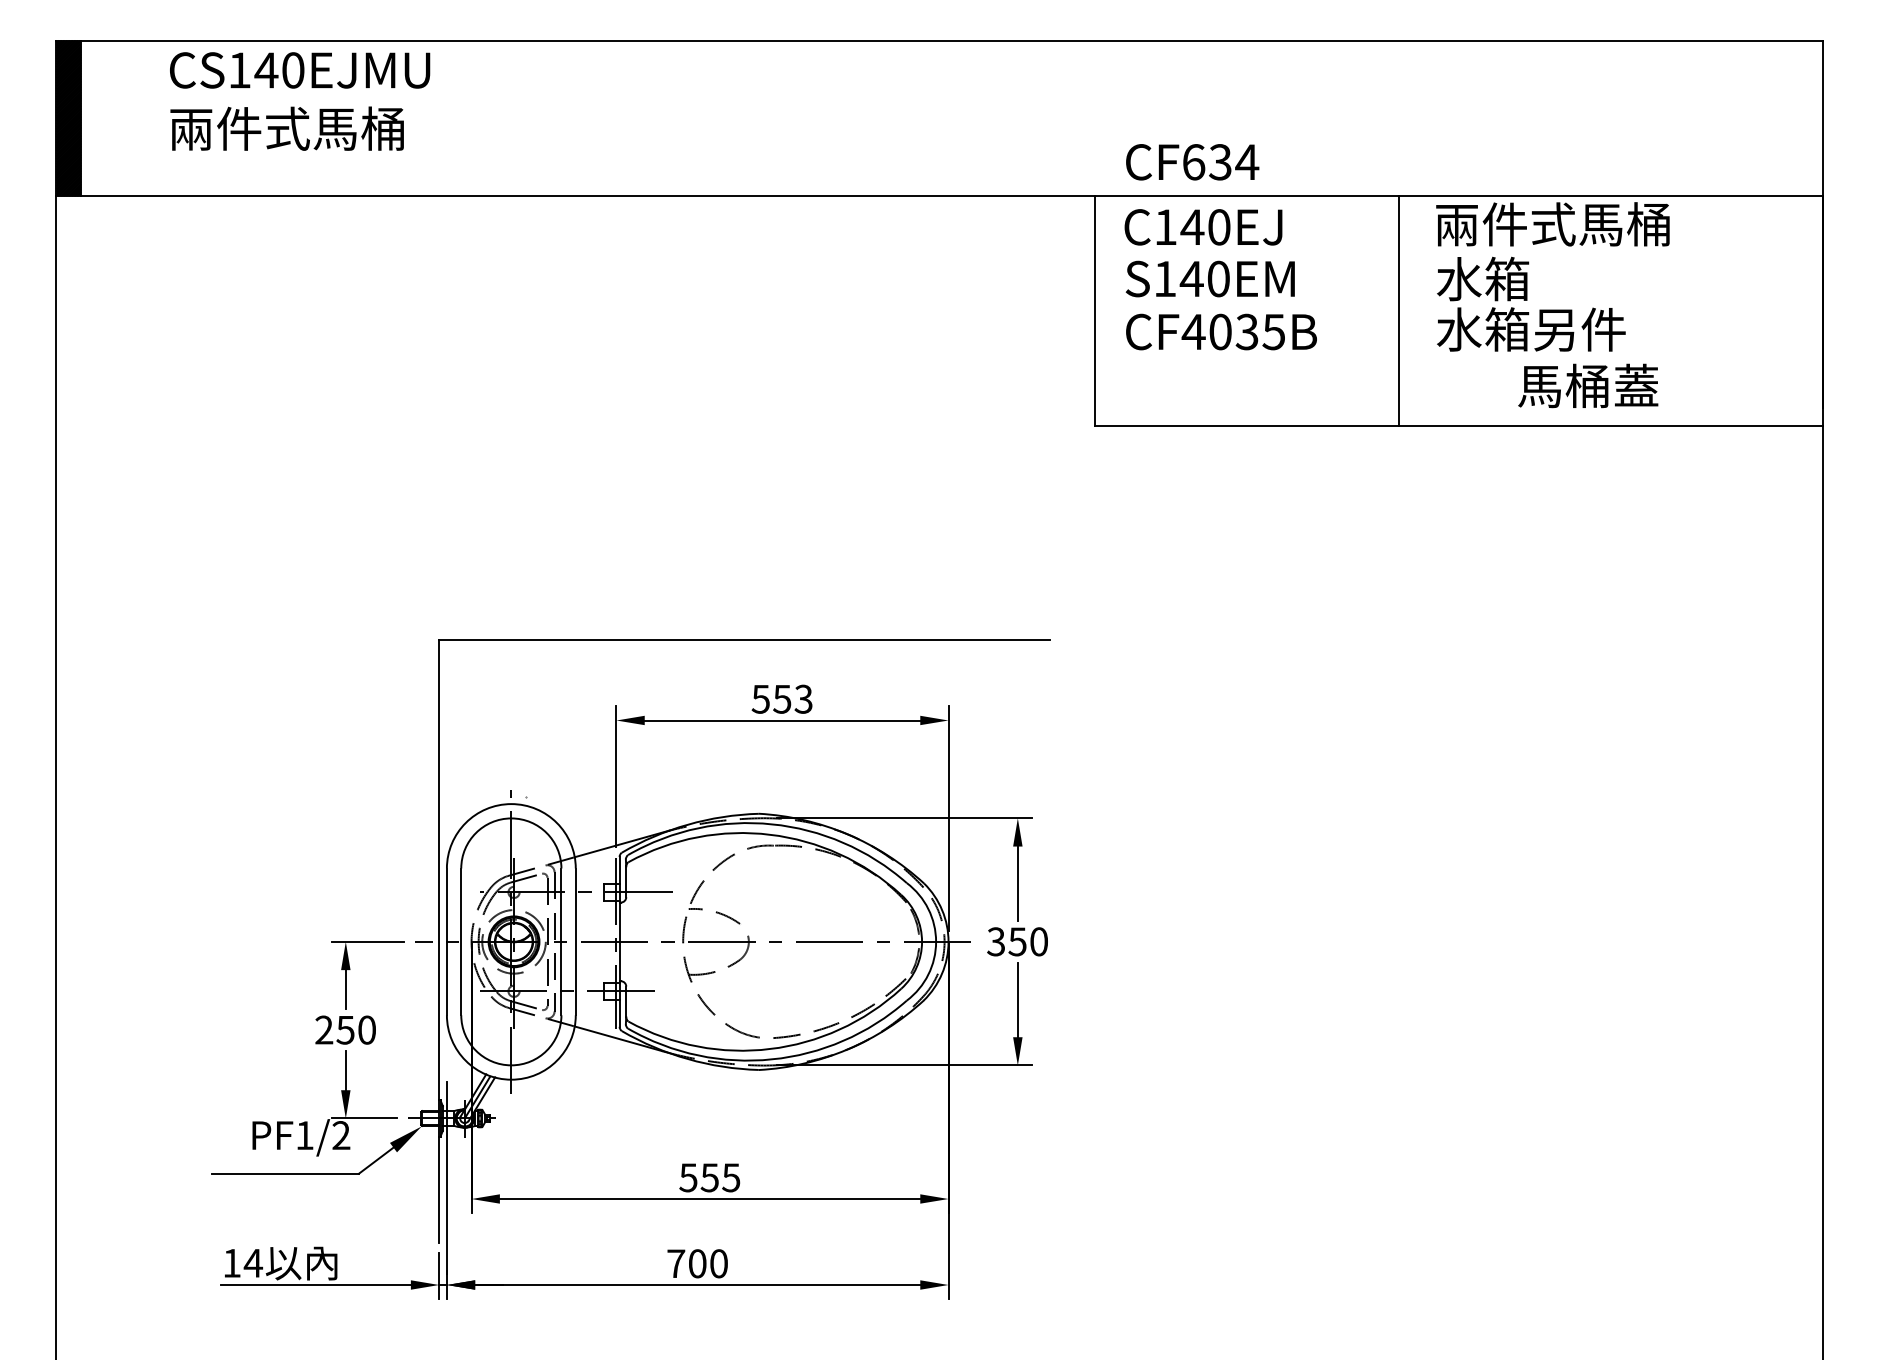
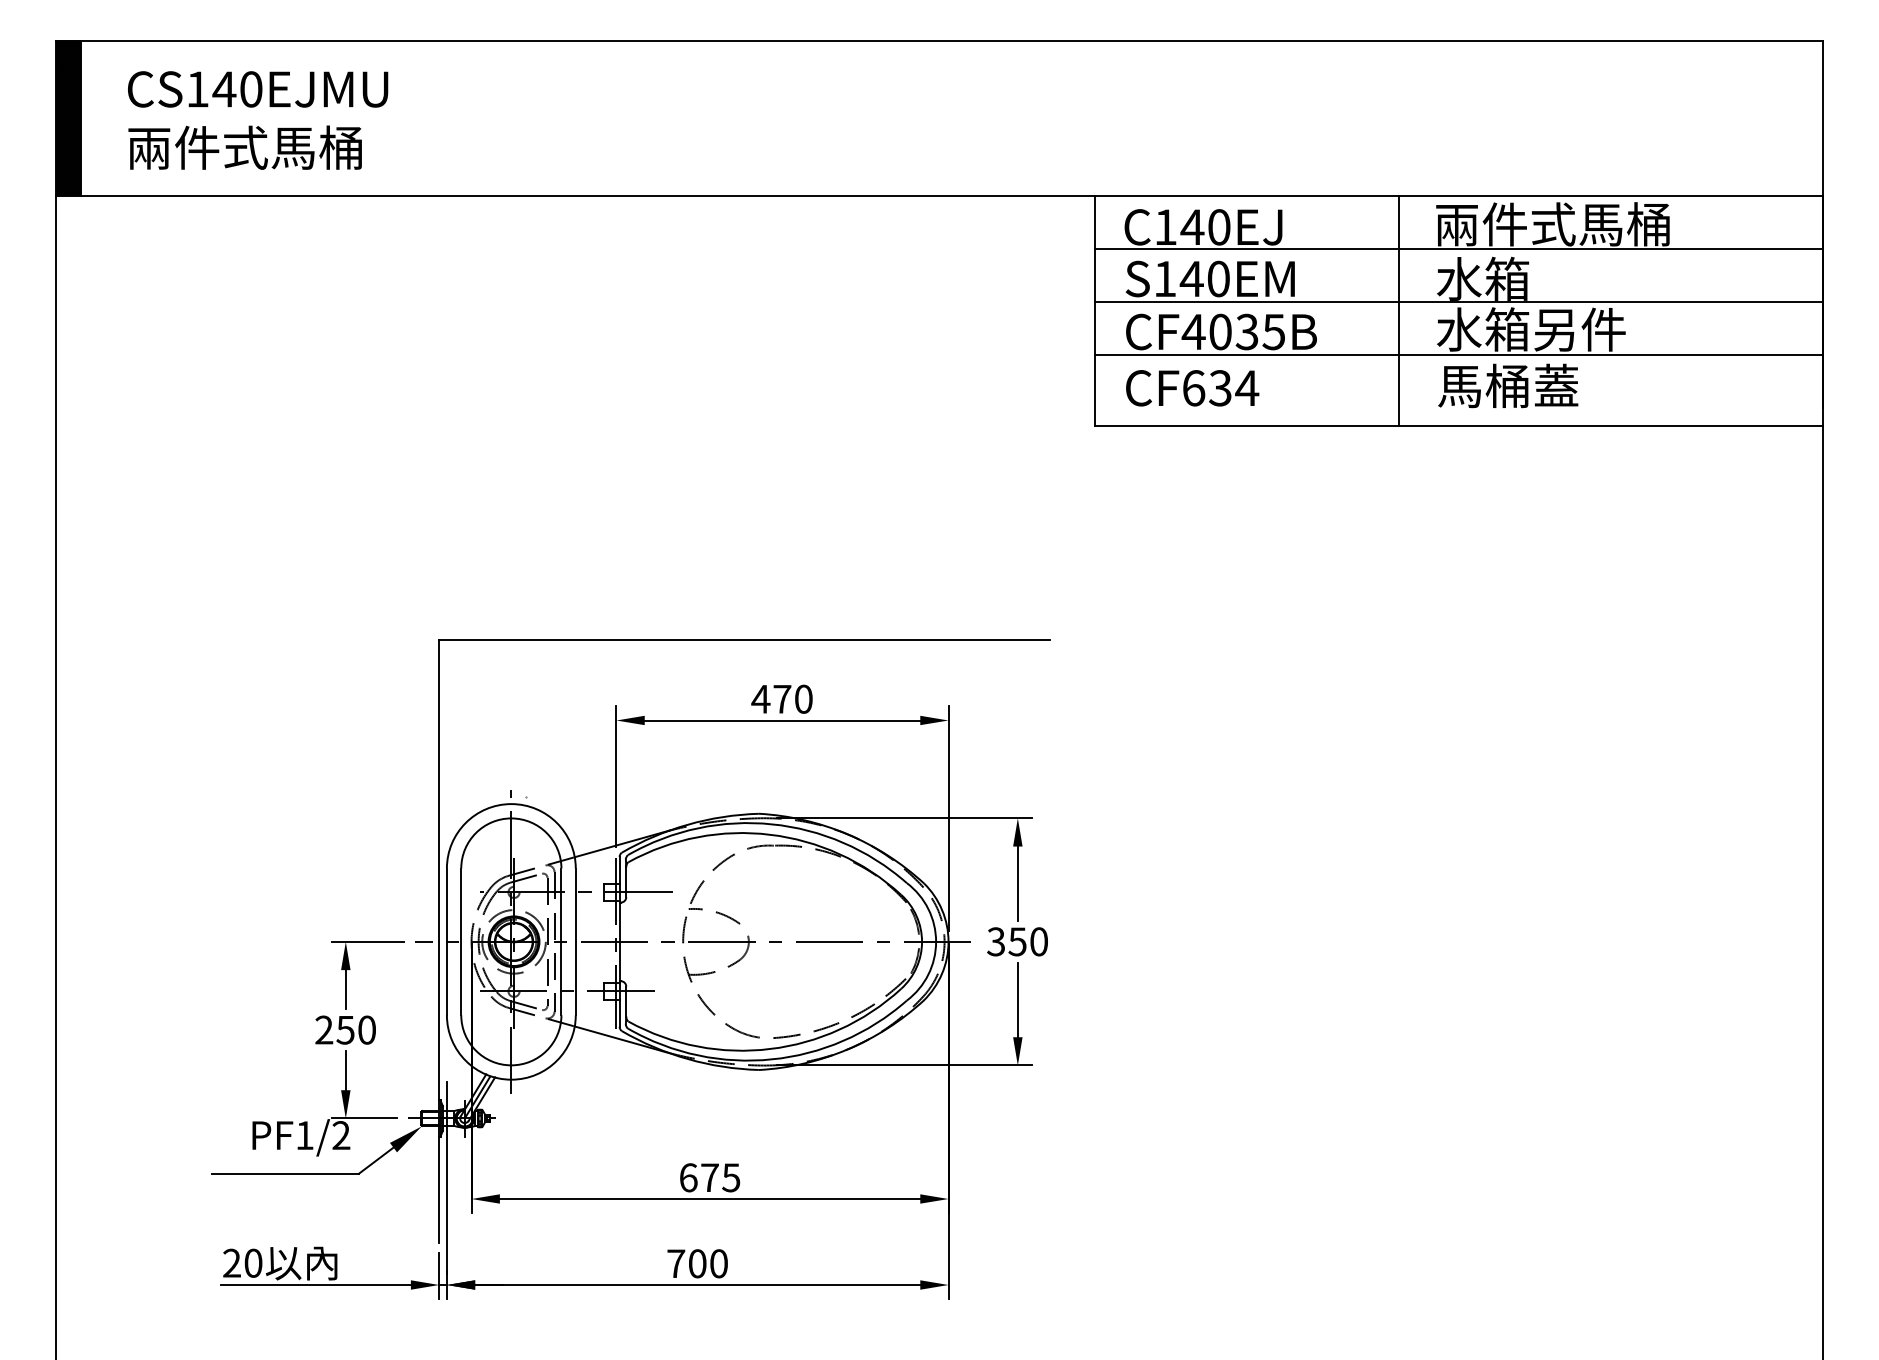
text at (300, 101) position: (300, 101) -> (258, 120)
text at (1192, 162) position: (1192, 162) -> (1192, 388)
line at (1458, 249): none -> present
line at (1458, 302): none -> present
line at (1458, 355): none -> present
text at (1588, 385) position: (1588, 385) -> (1508, 385)
text at (781, 698): 553 -> 470
text at (698, 1177): 555 -> 675
text at (243, 1262): 14 -> 20
